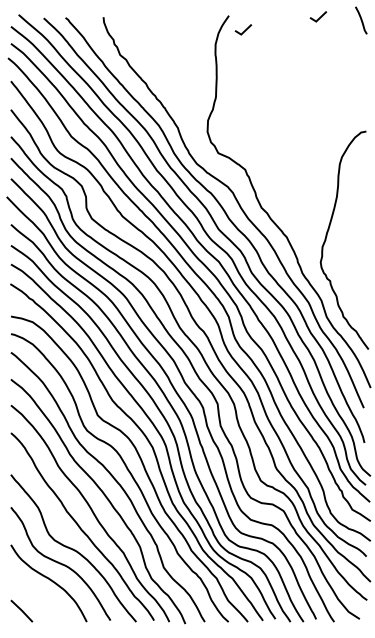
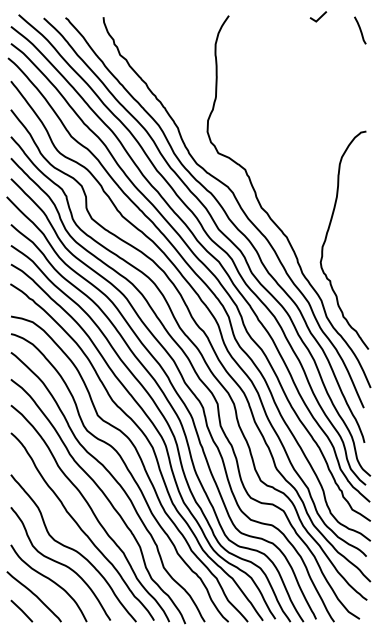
line at (361, 20) position: (361, 20) -> (360, 30)
line at (244, 30): present -> none
curve at (34, 595): none -> present
